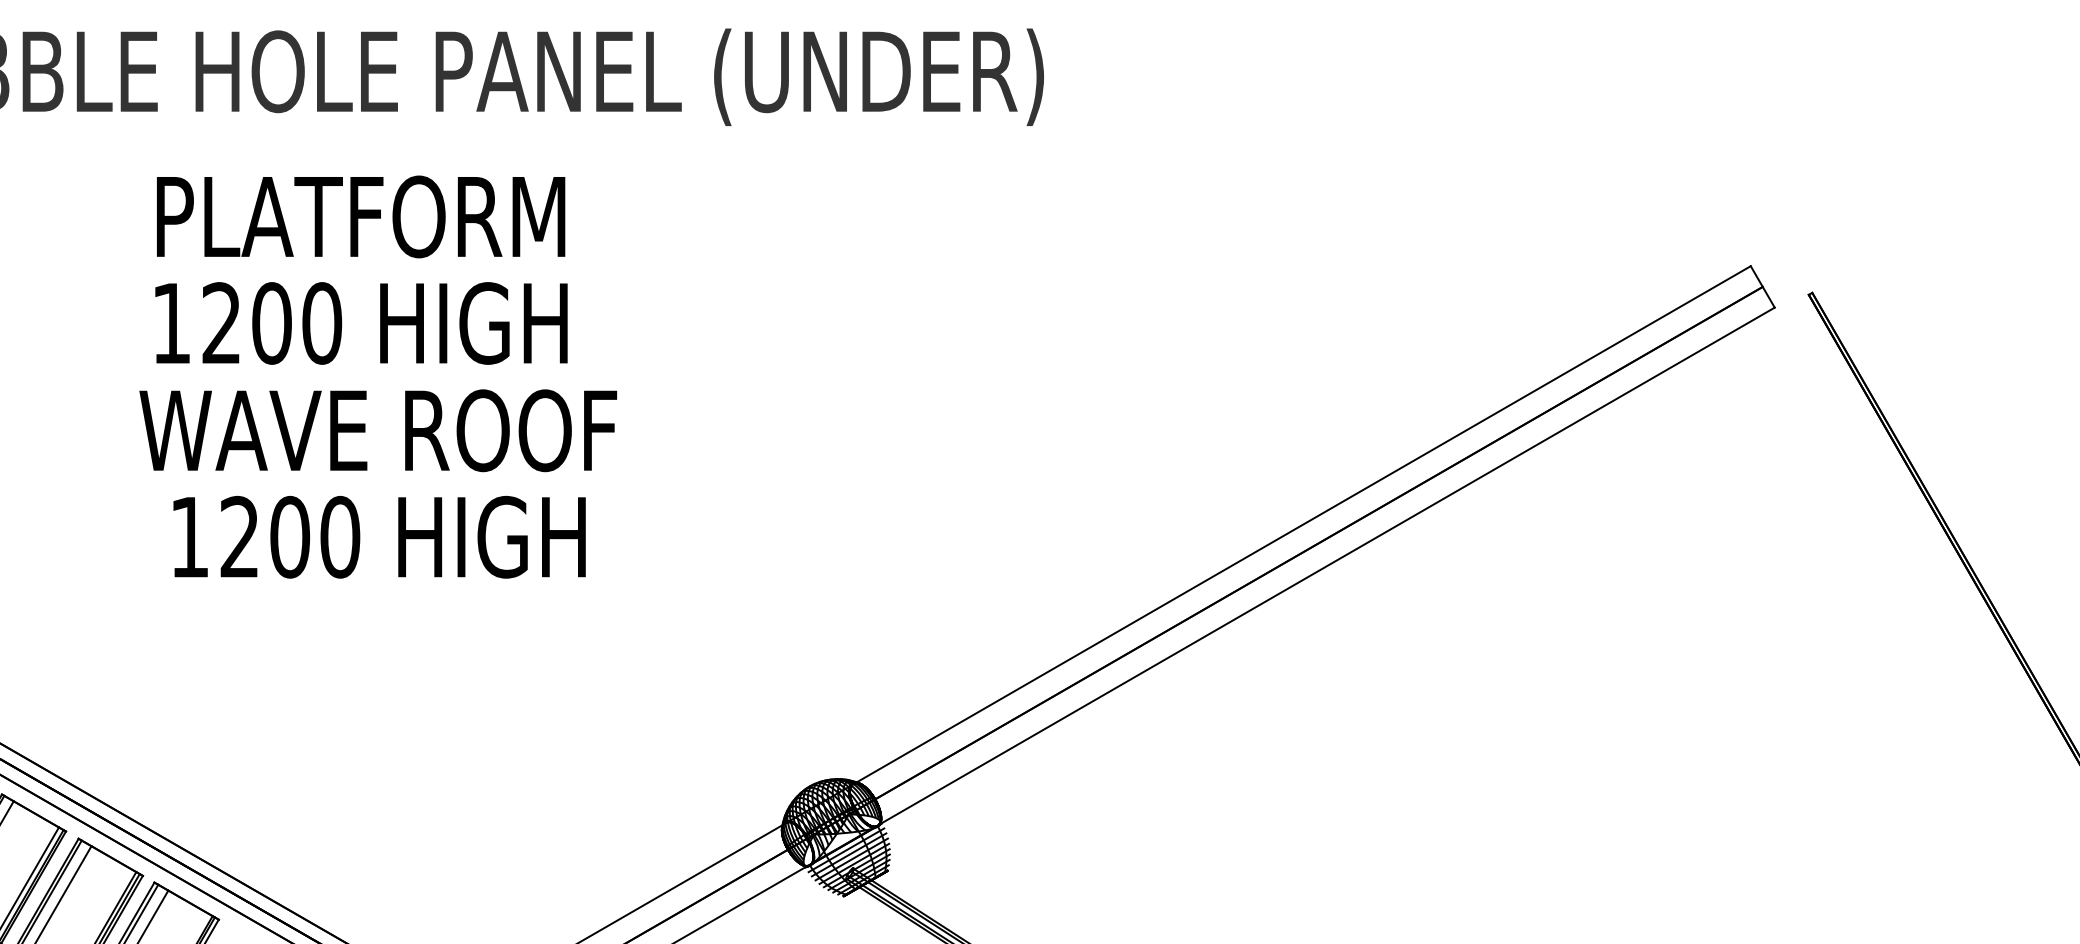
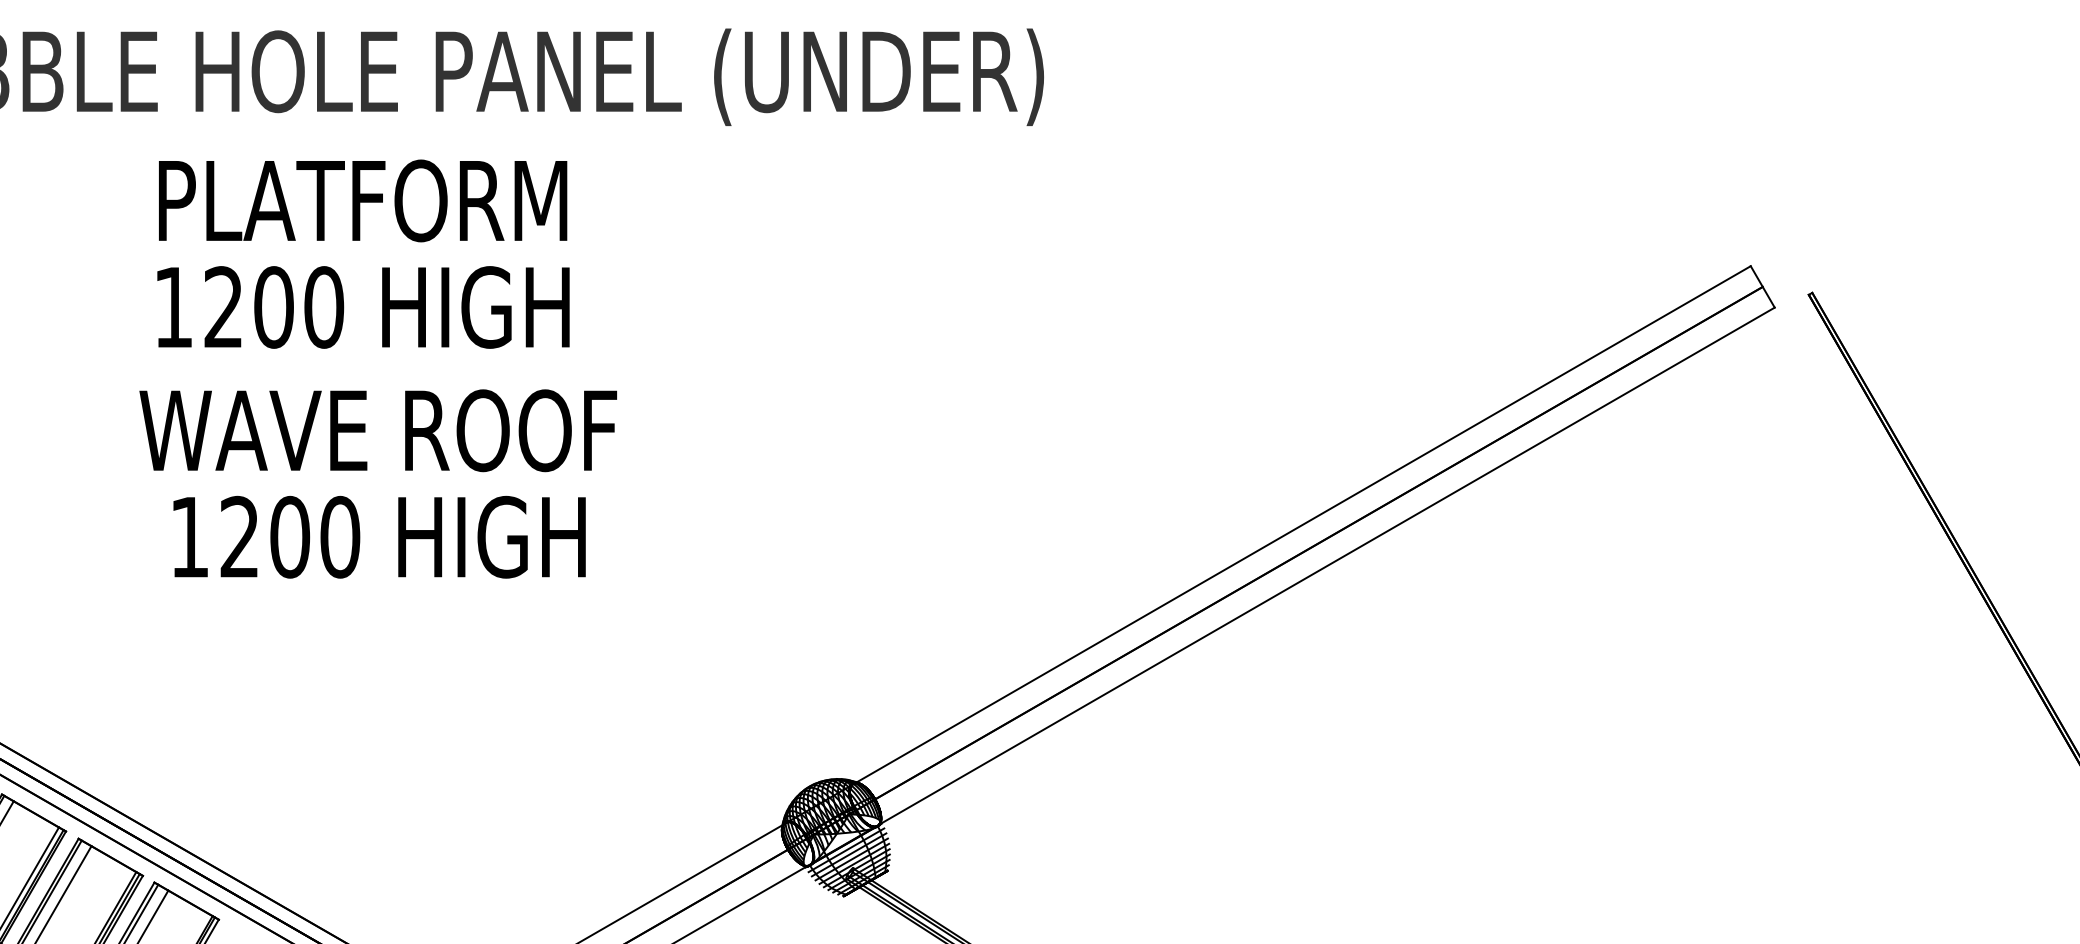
text at (361, 269) position: (361, 269) -> (363, 253)
